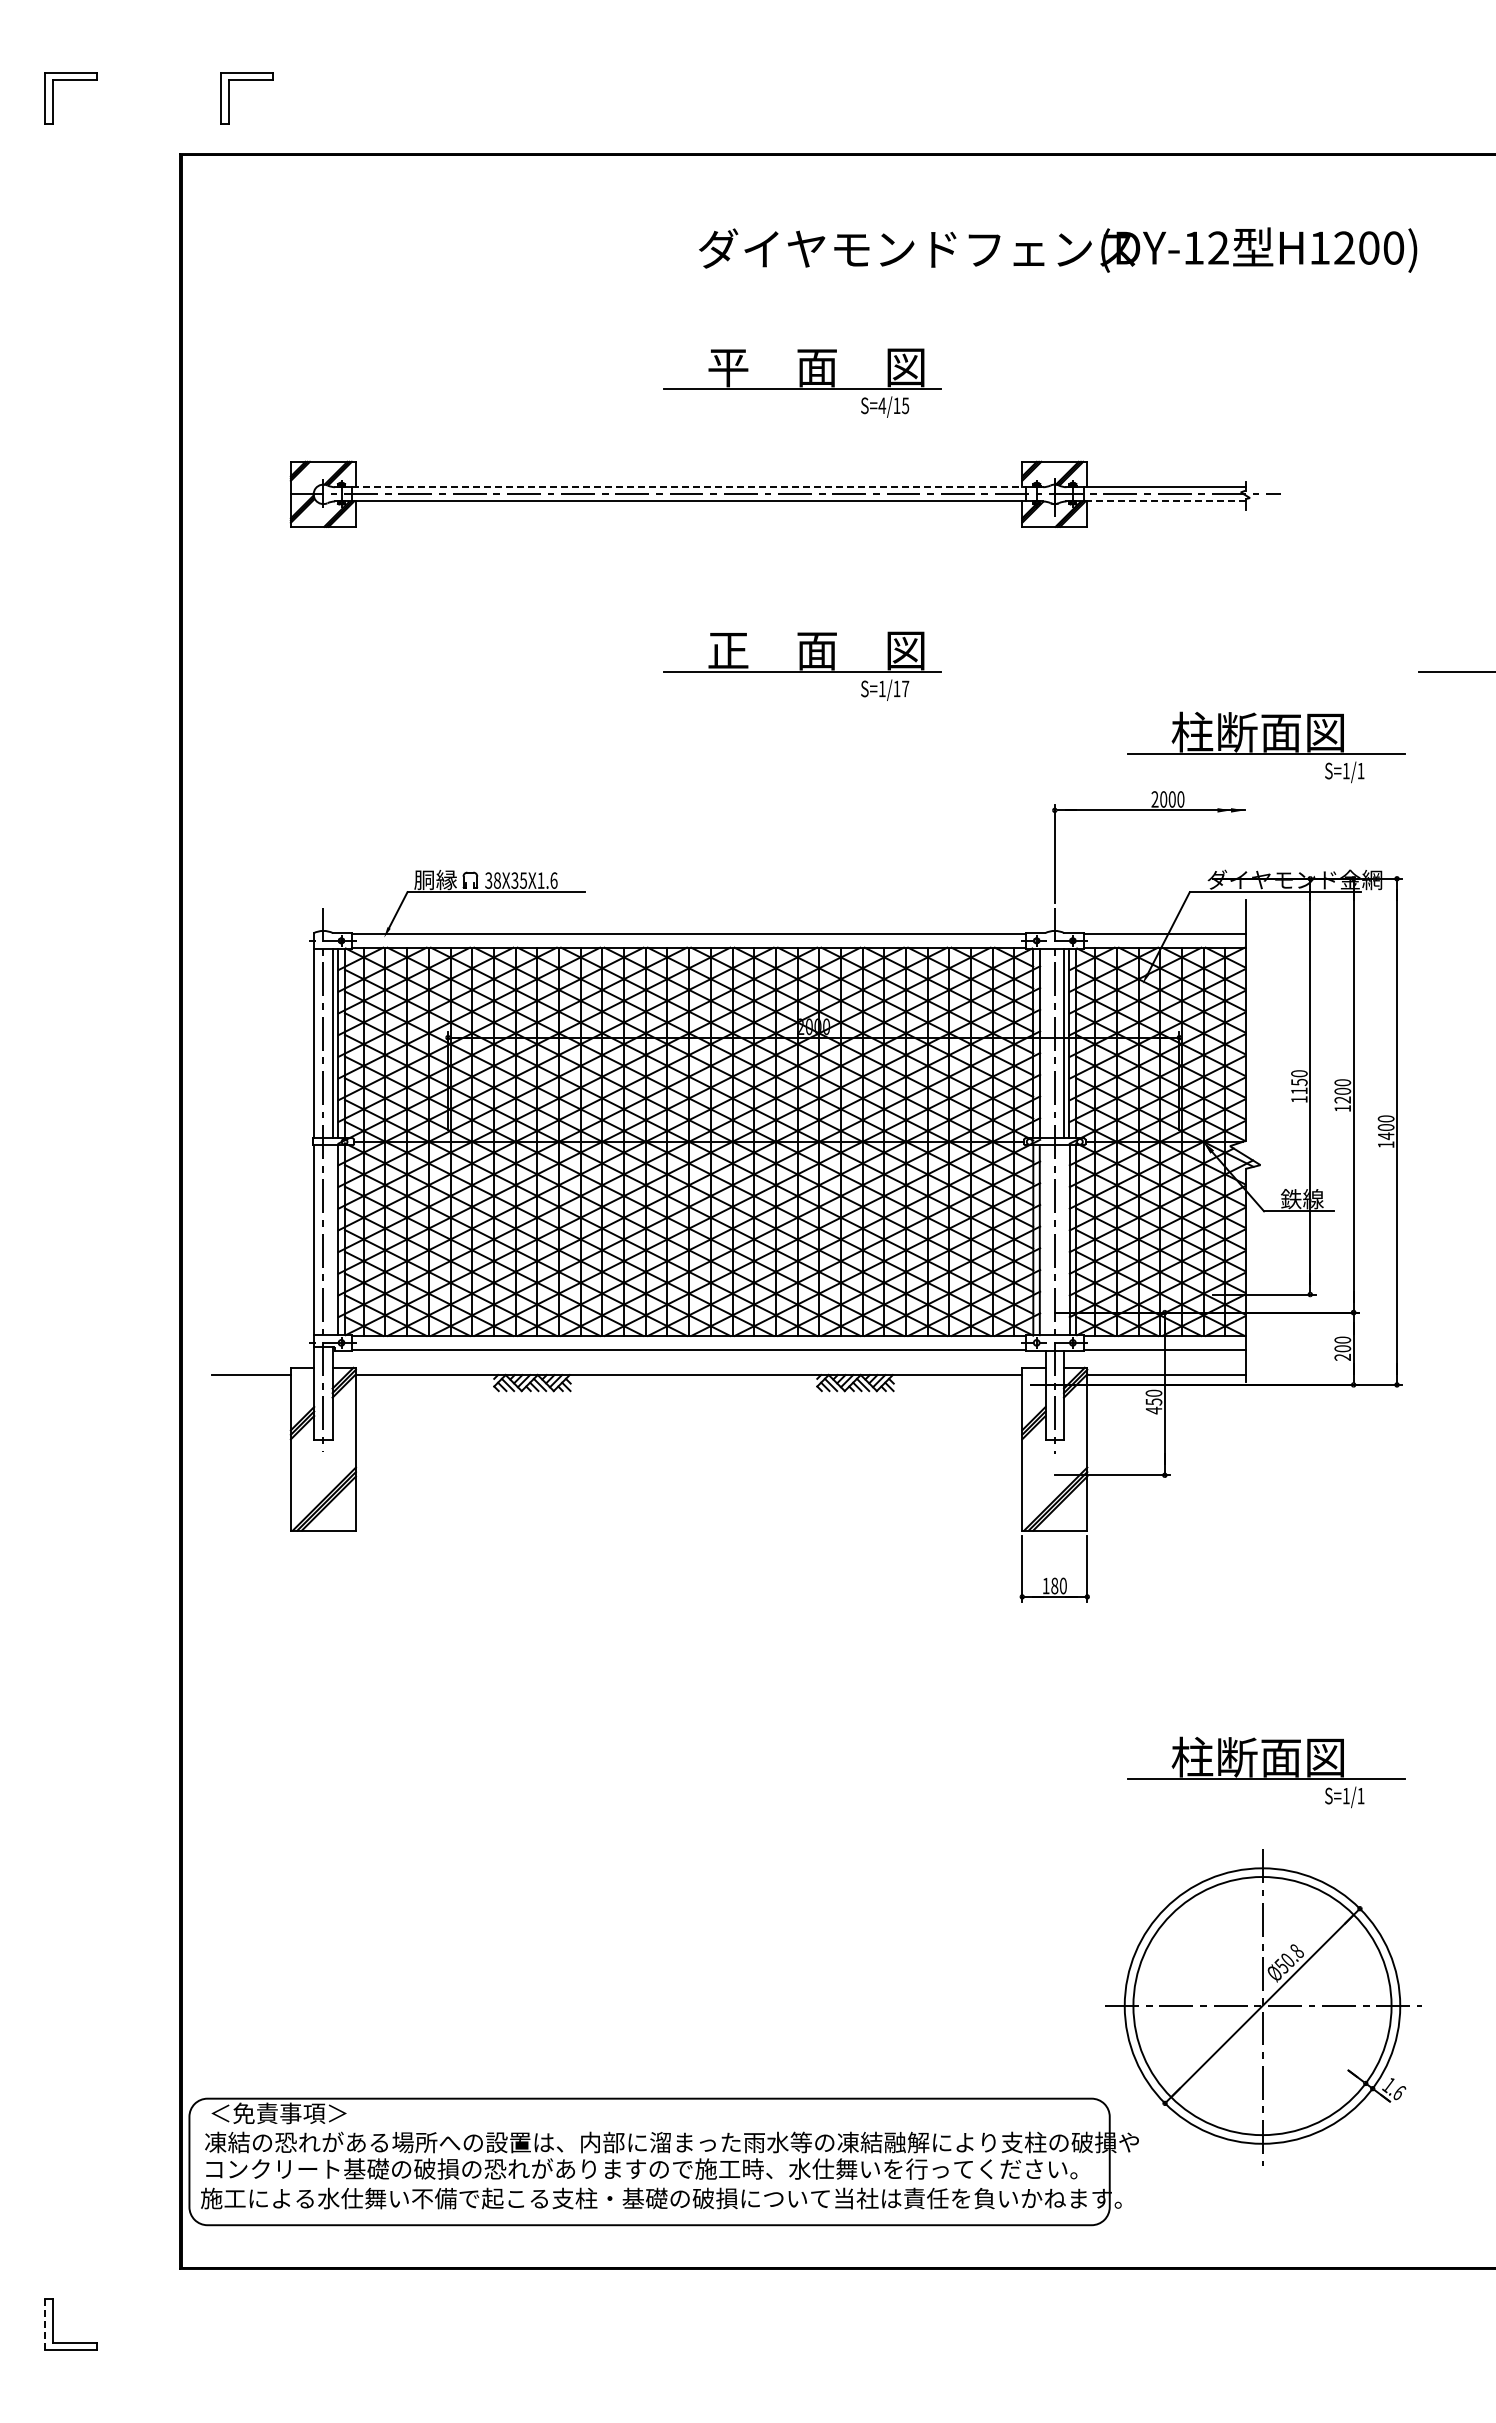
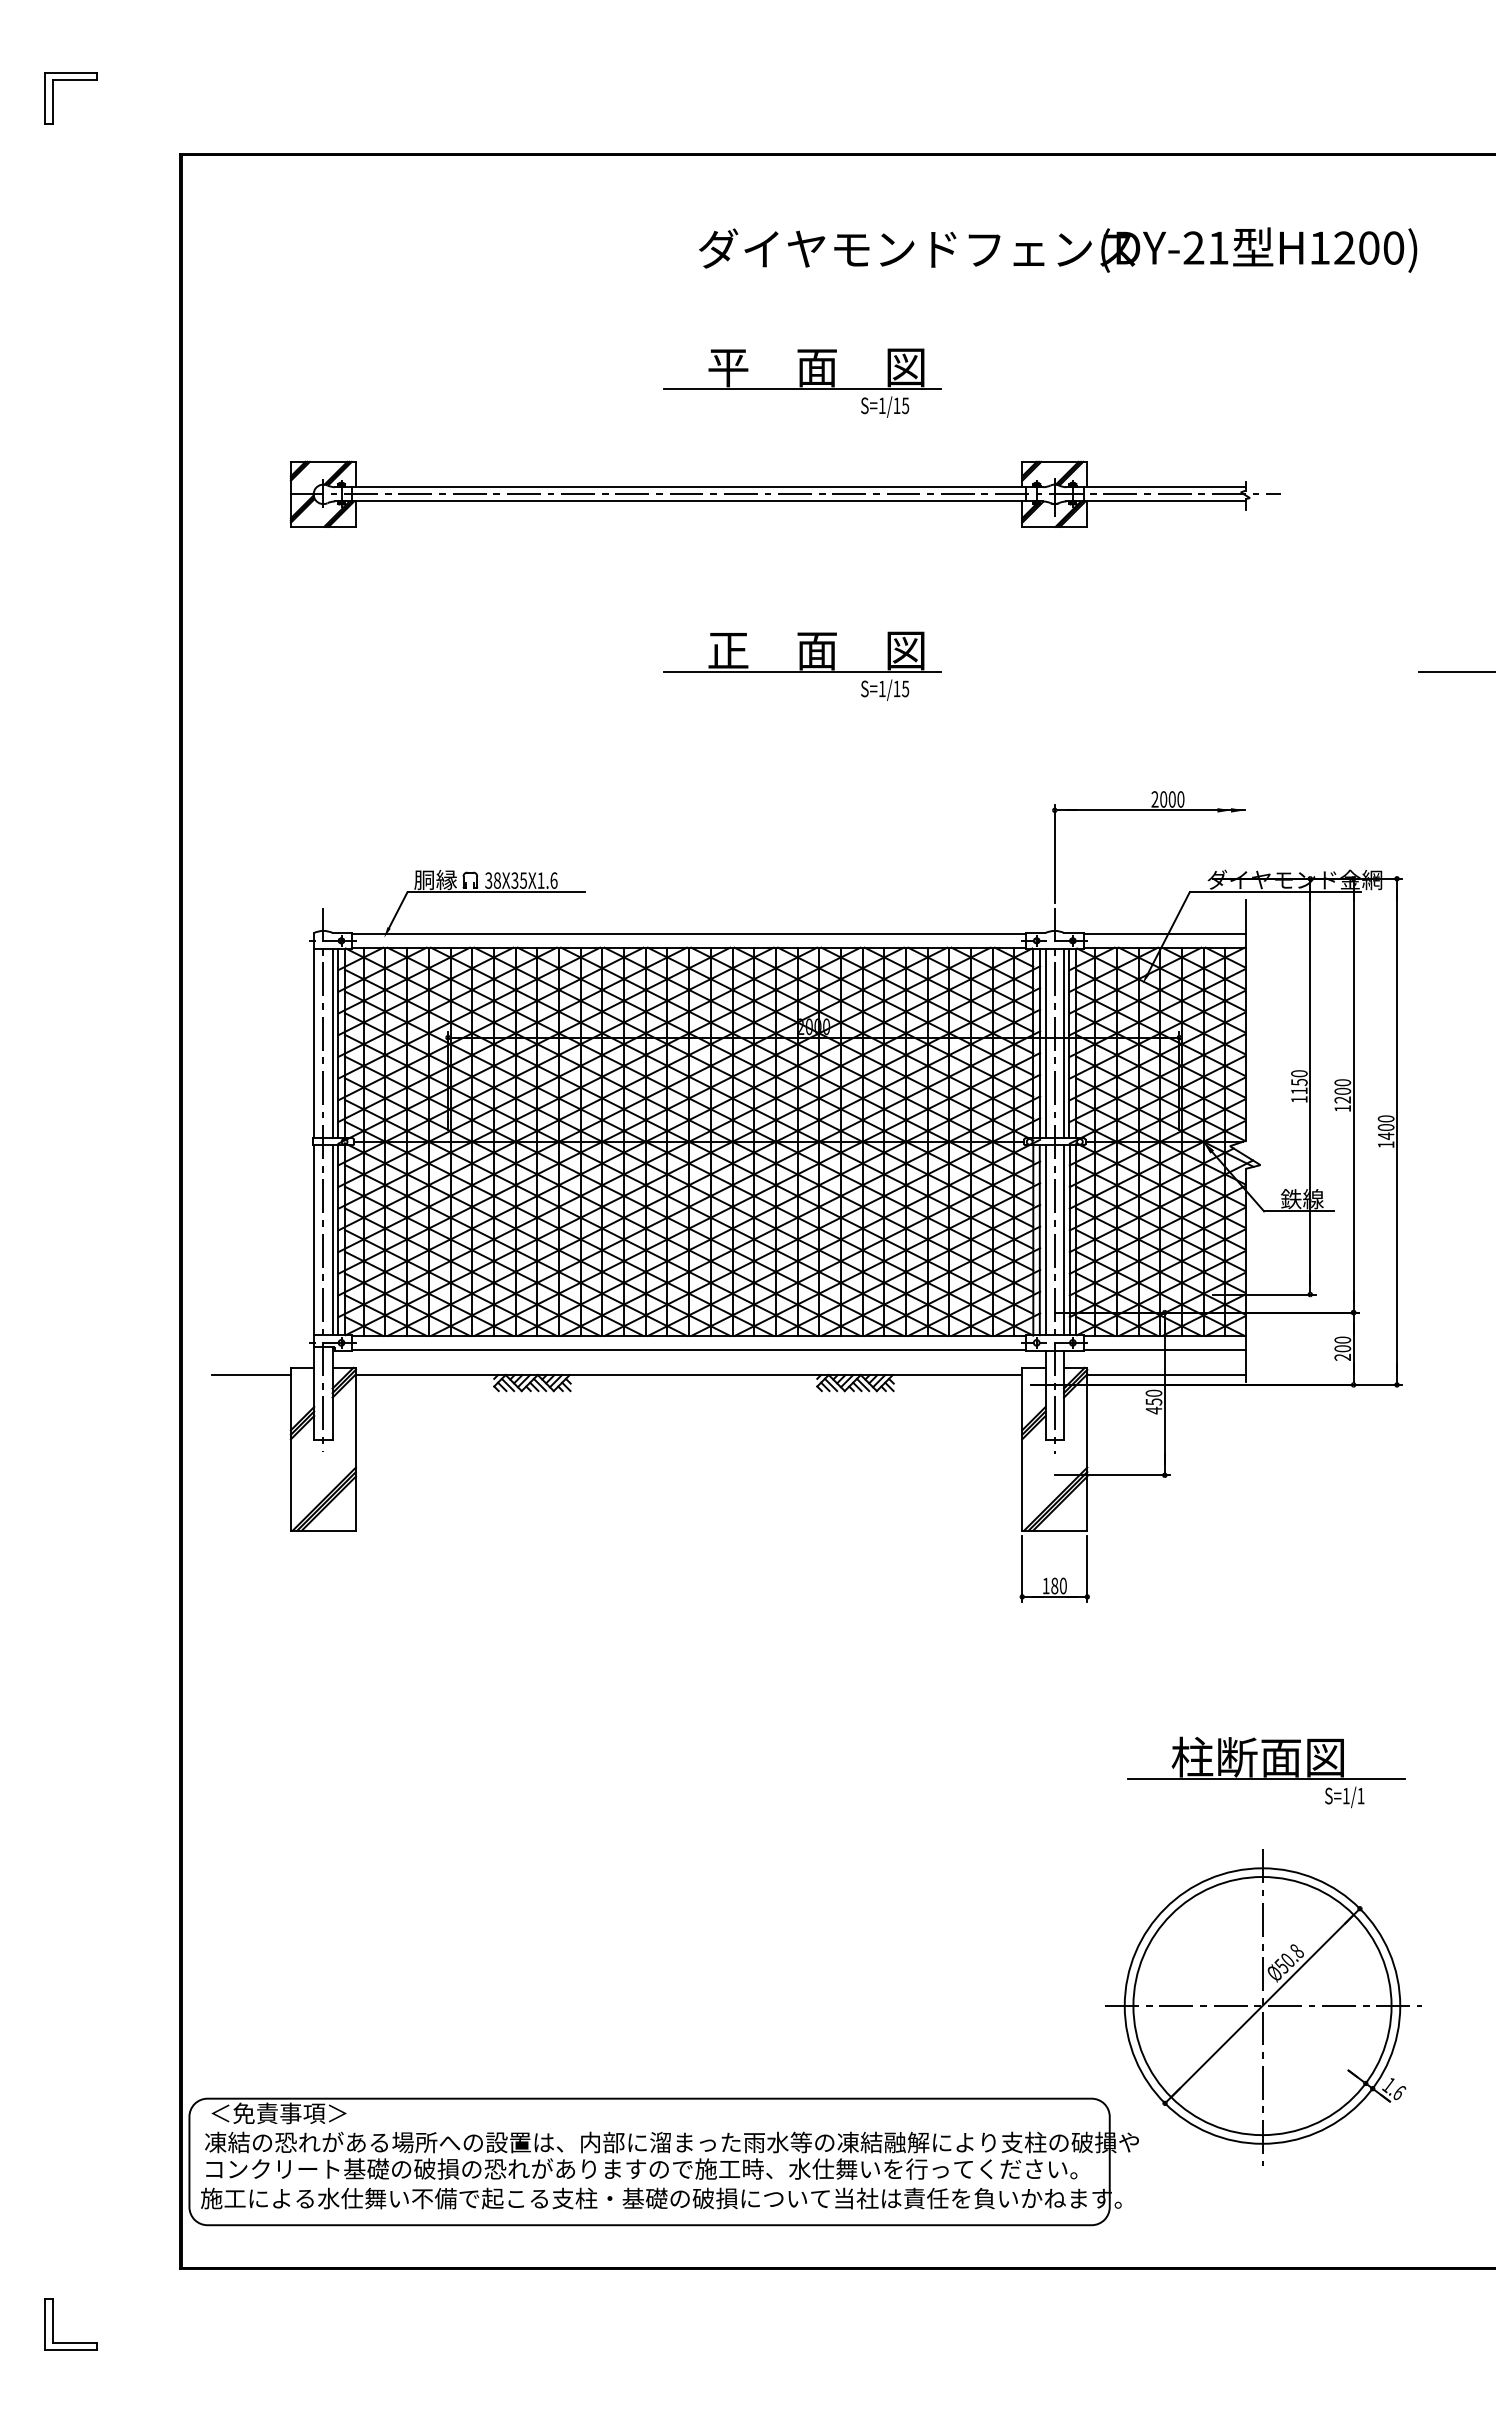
part at (229, 98): present -> none
text at (1205, 247): (DY-12 -> (DY-21
text at (882, 405): S=4/15 -> S=1/15
line at (689, 487): dashed -> solid
line at (1164, 501): dashed -> solid
text at (905, 688): S=1/17 -> S=1/15
part at (1266, 747): present -> none
line at (1045, 1043): none -> present
line at (332, 1240): none -> present
line at (1045, 1240): none -> present
line at (1063, 1240): none -> present
line at (44, 2324): dashed -> solid
